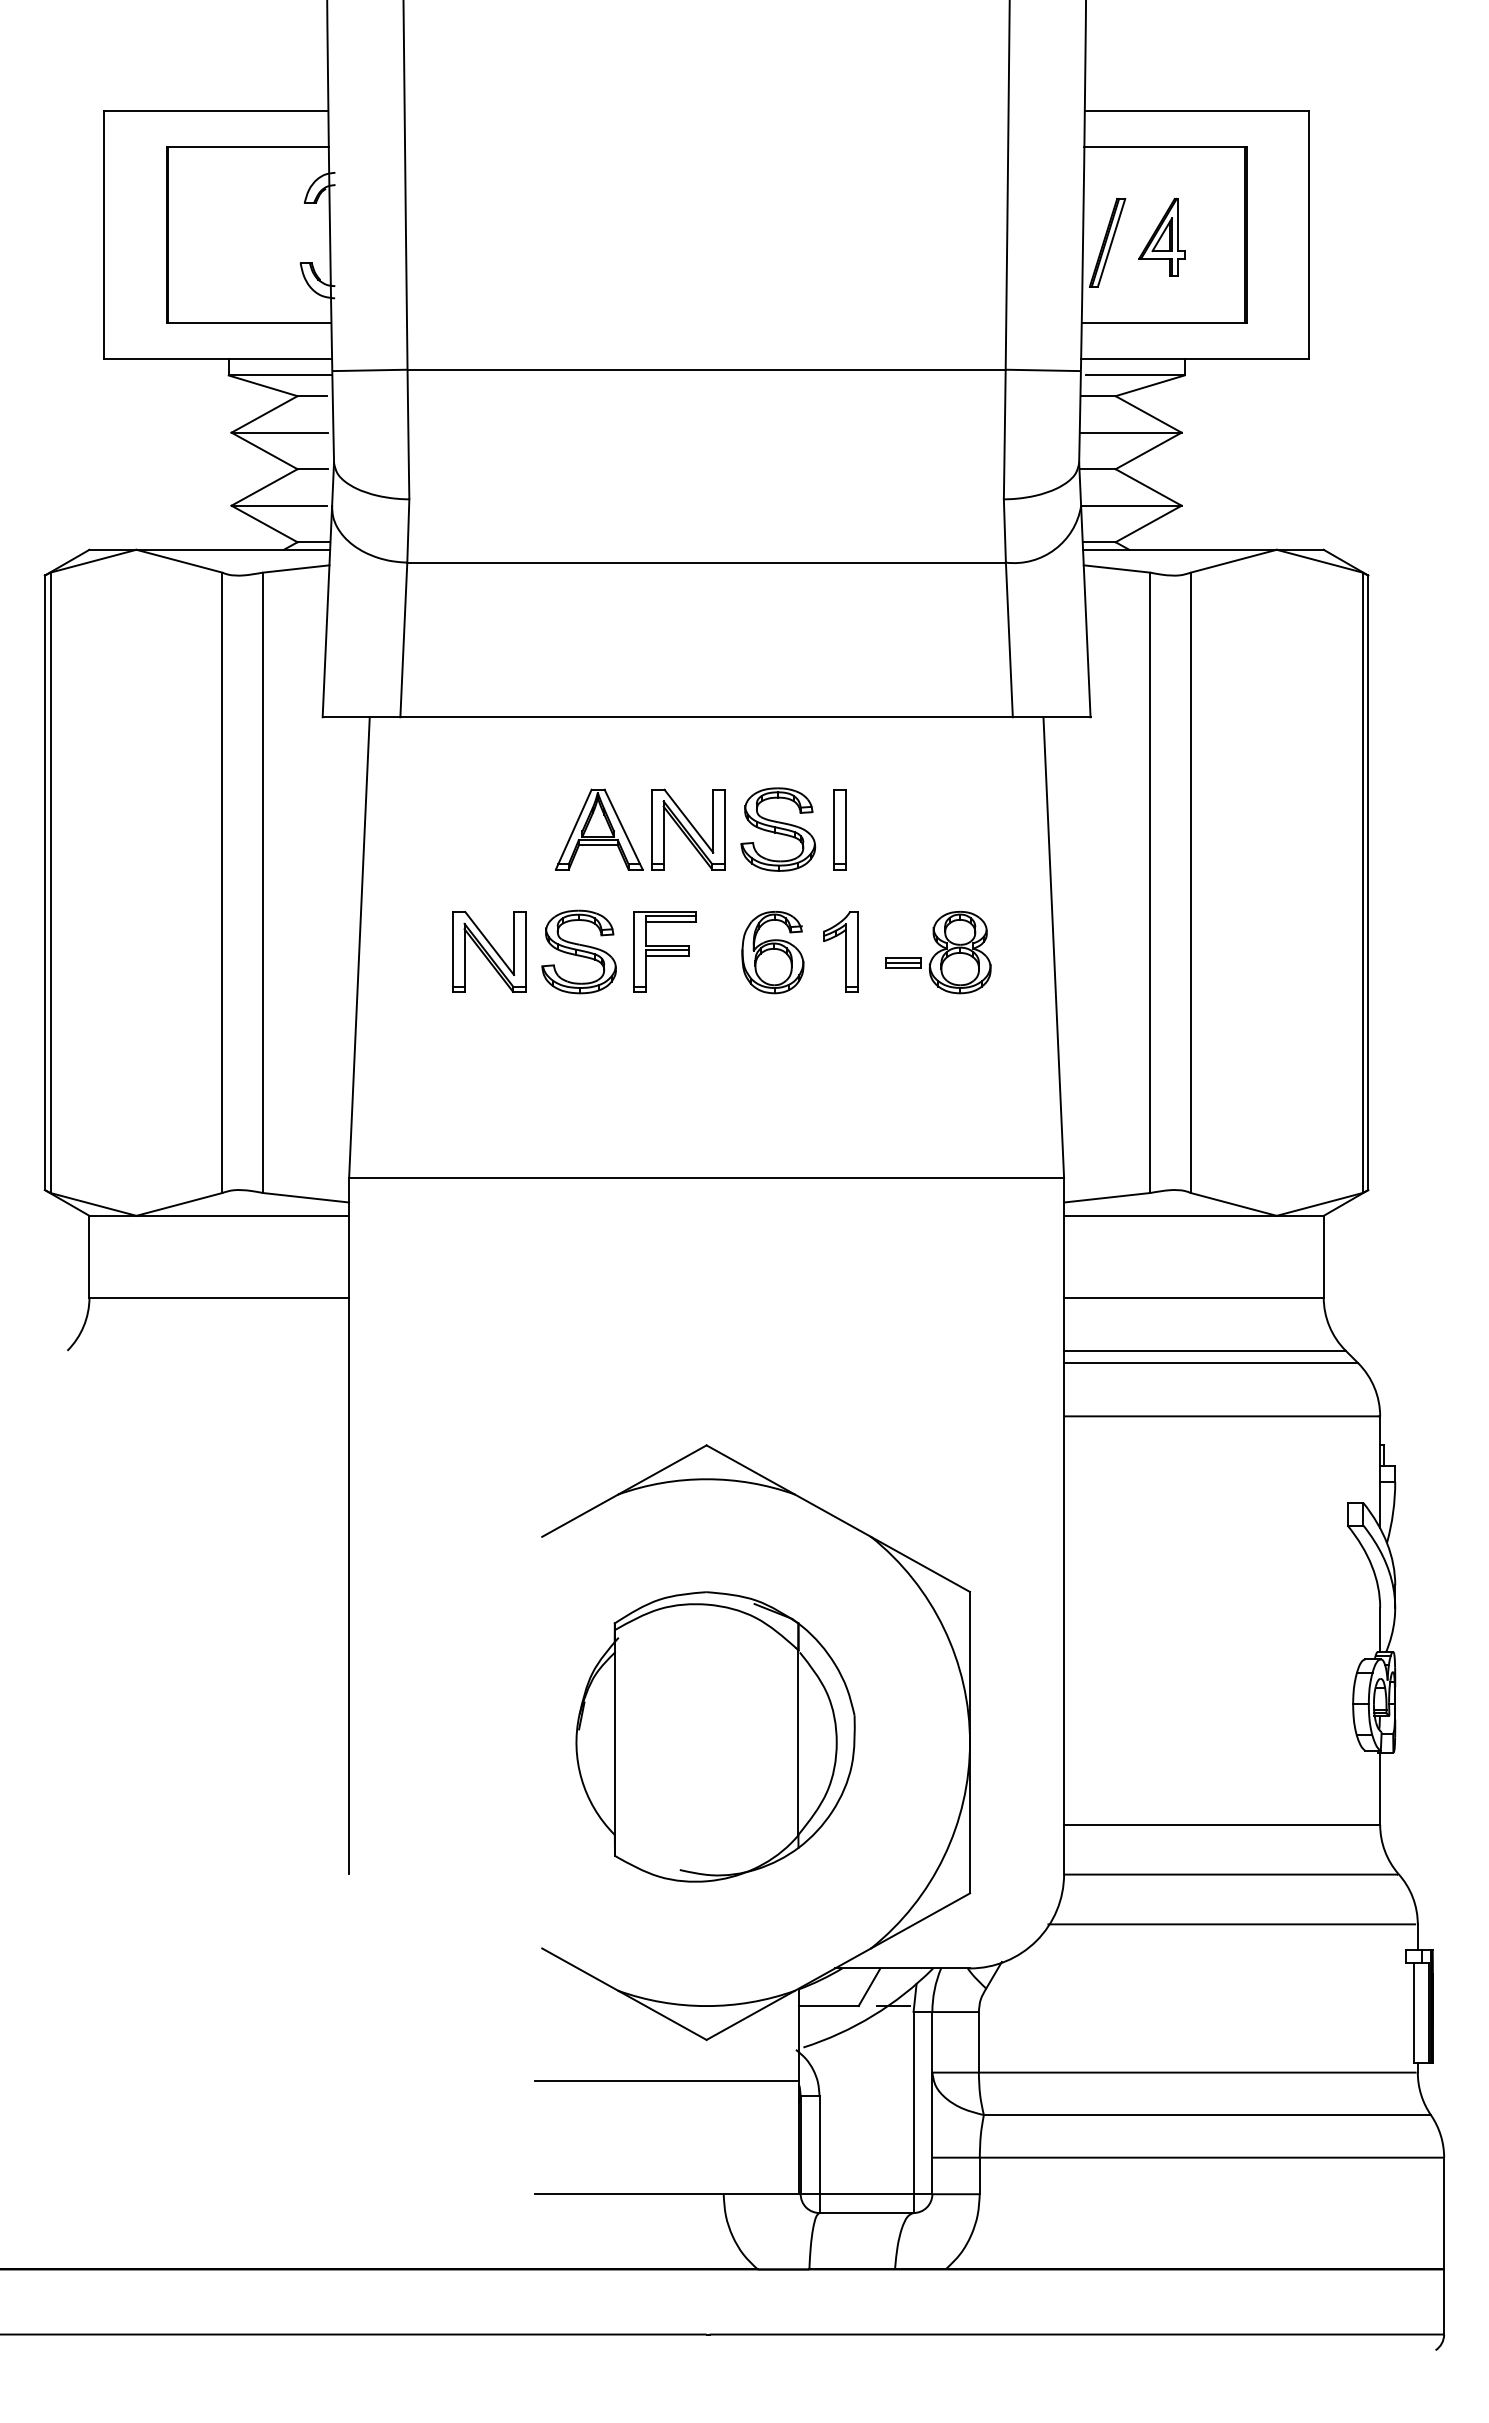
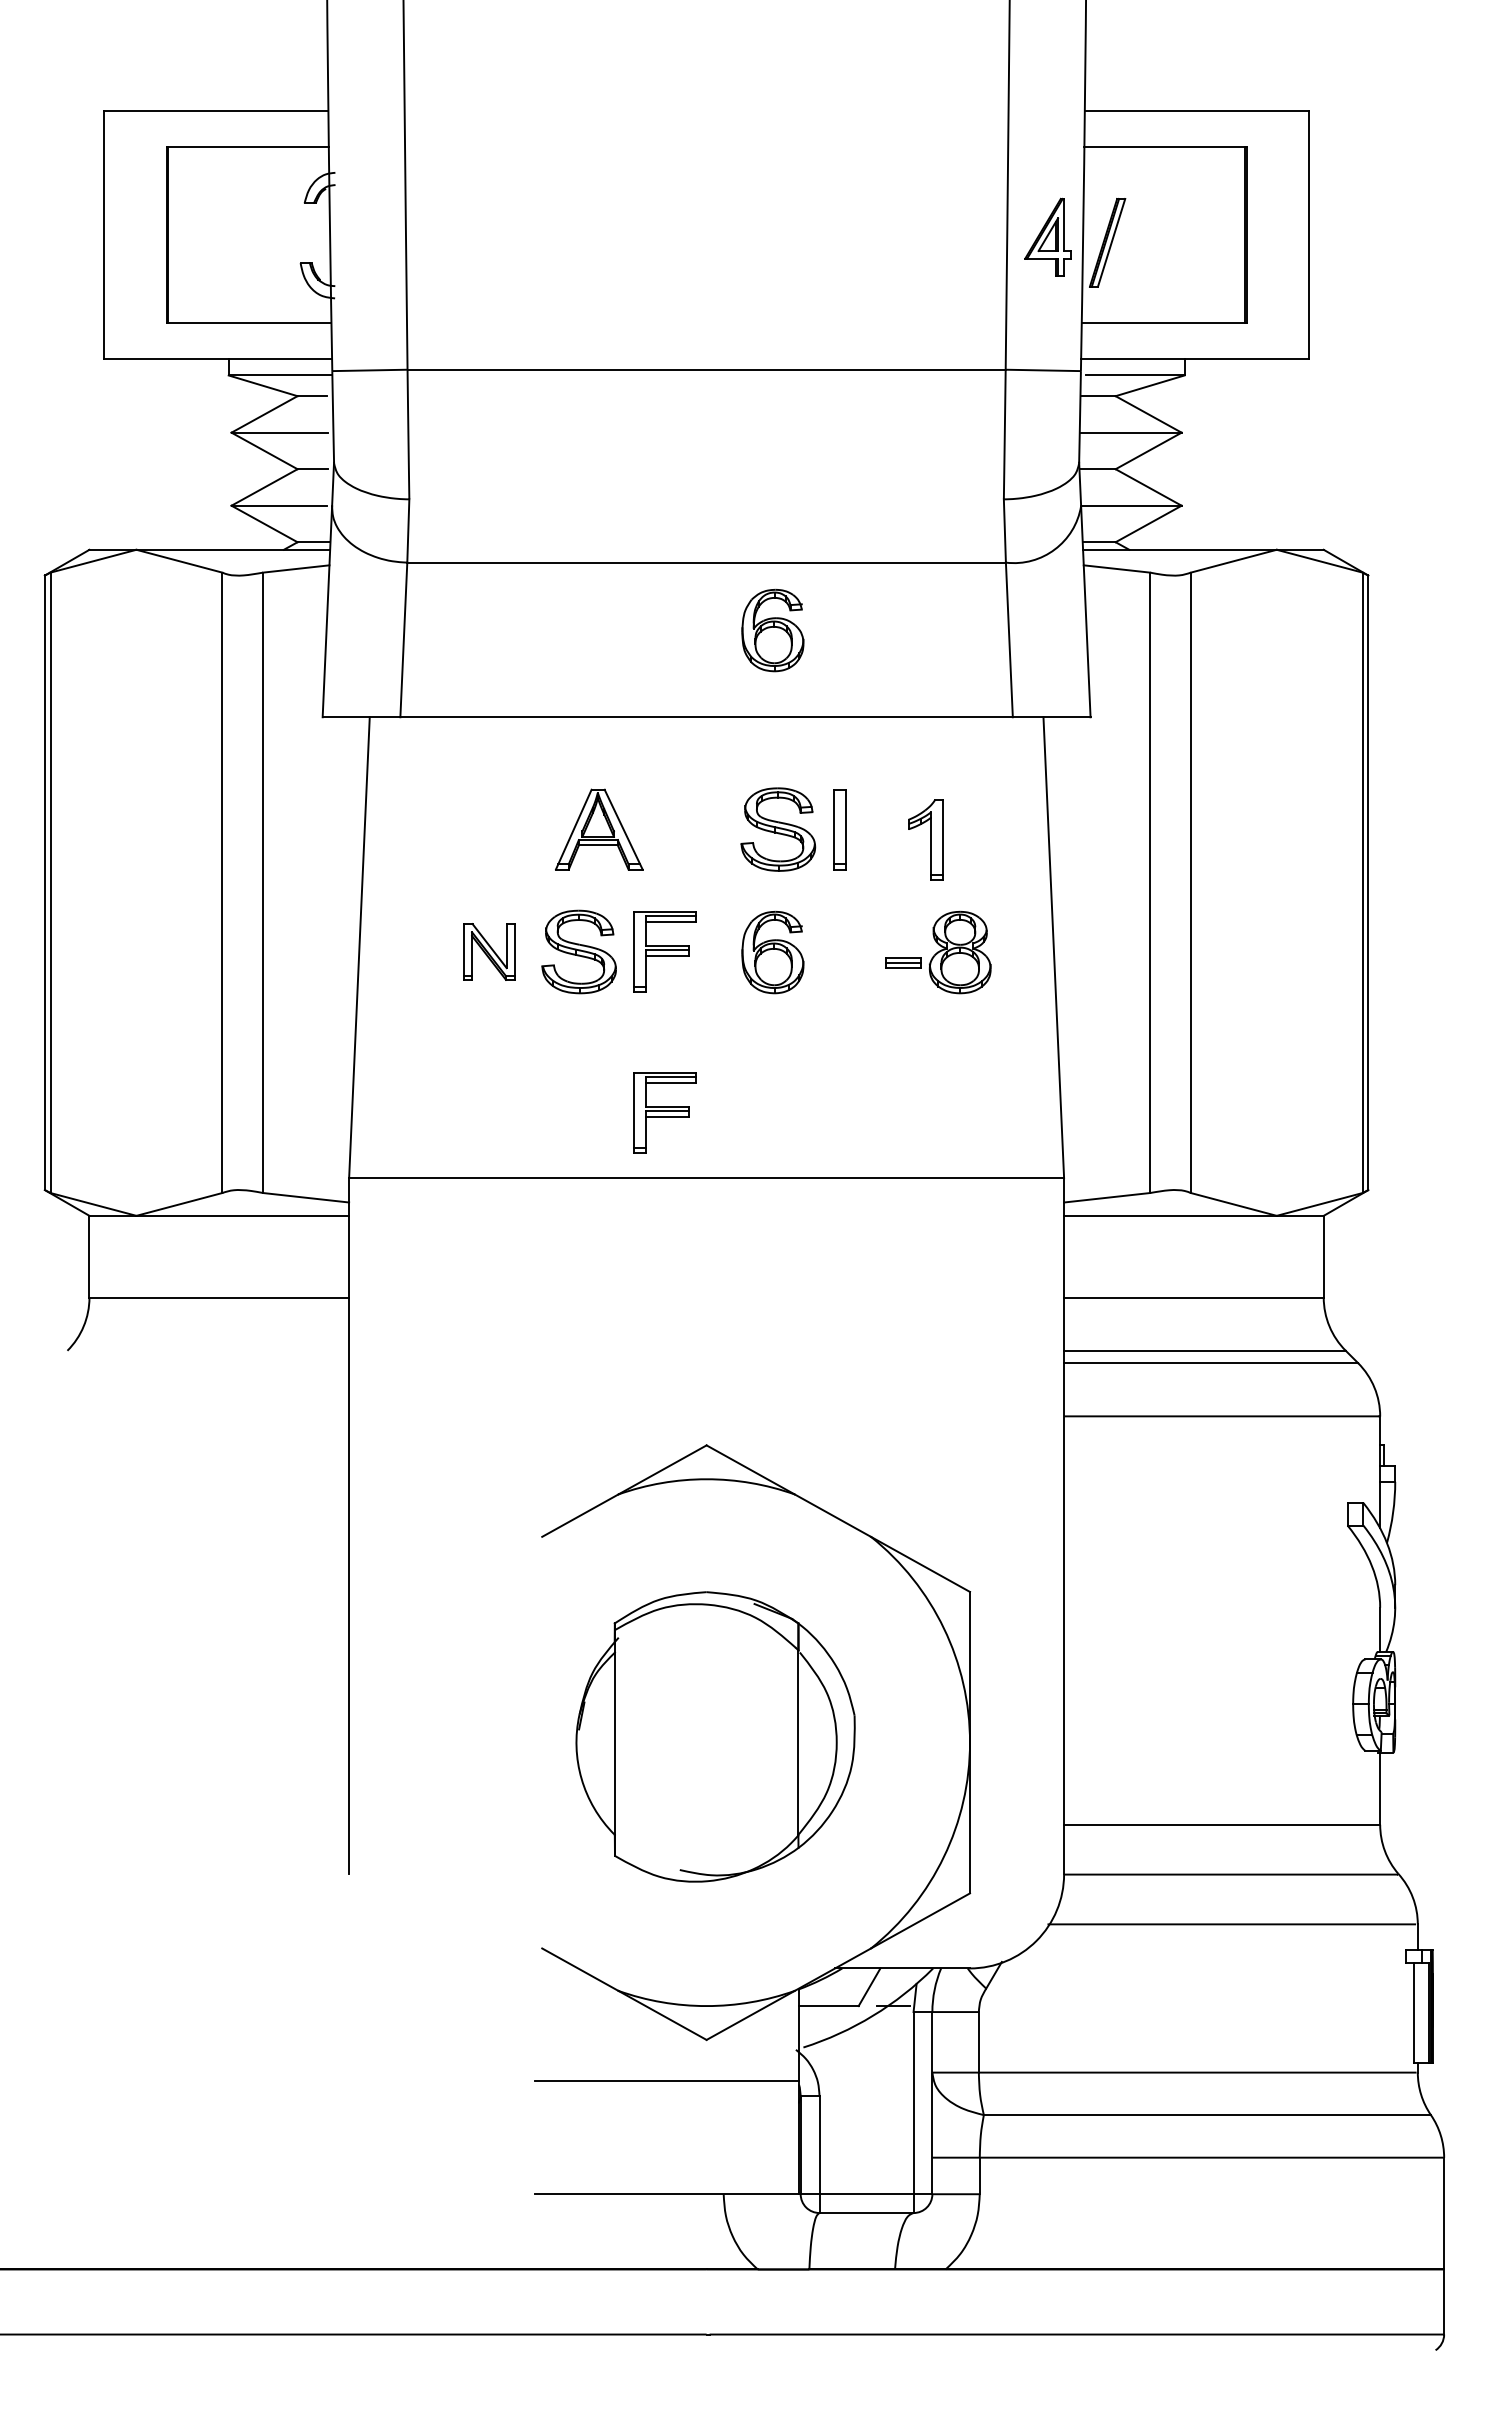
part at (1161, 236) position: (1161, 236) -> (1047, 236)
part at (772, 630): none -> present
part at (688, 829): present -> none
part at (489, 951) size: 75x82 px -> 53x58 px
part at (840, 951) position: (840, 951) -> (925, 839)
part at (664, 1112): none -> present
